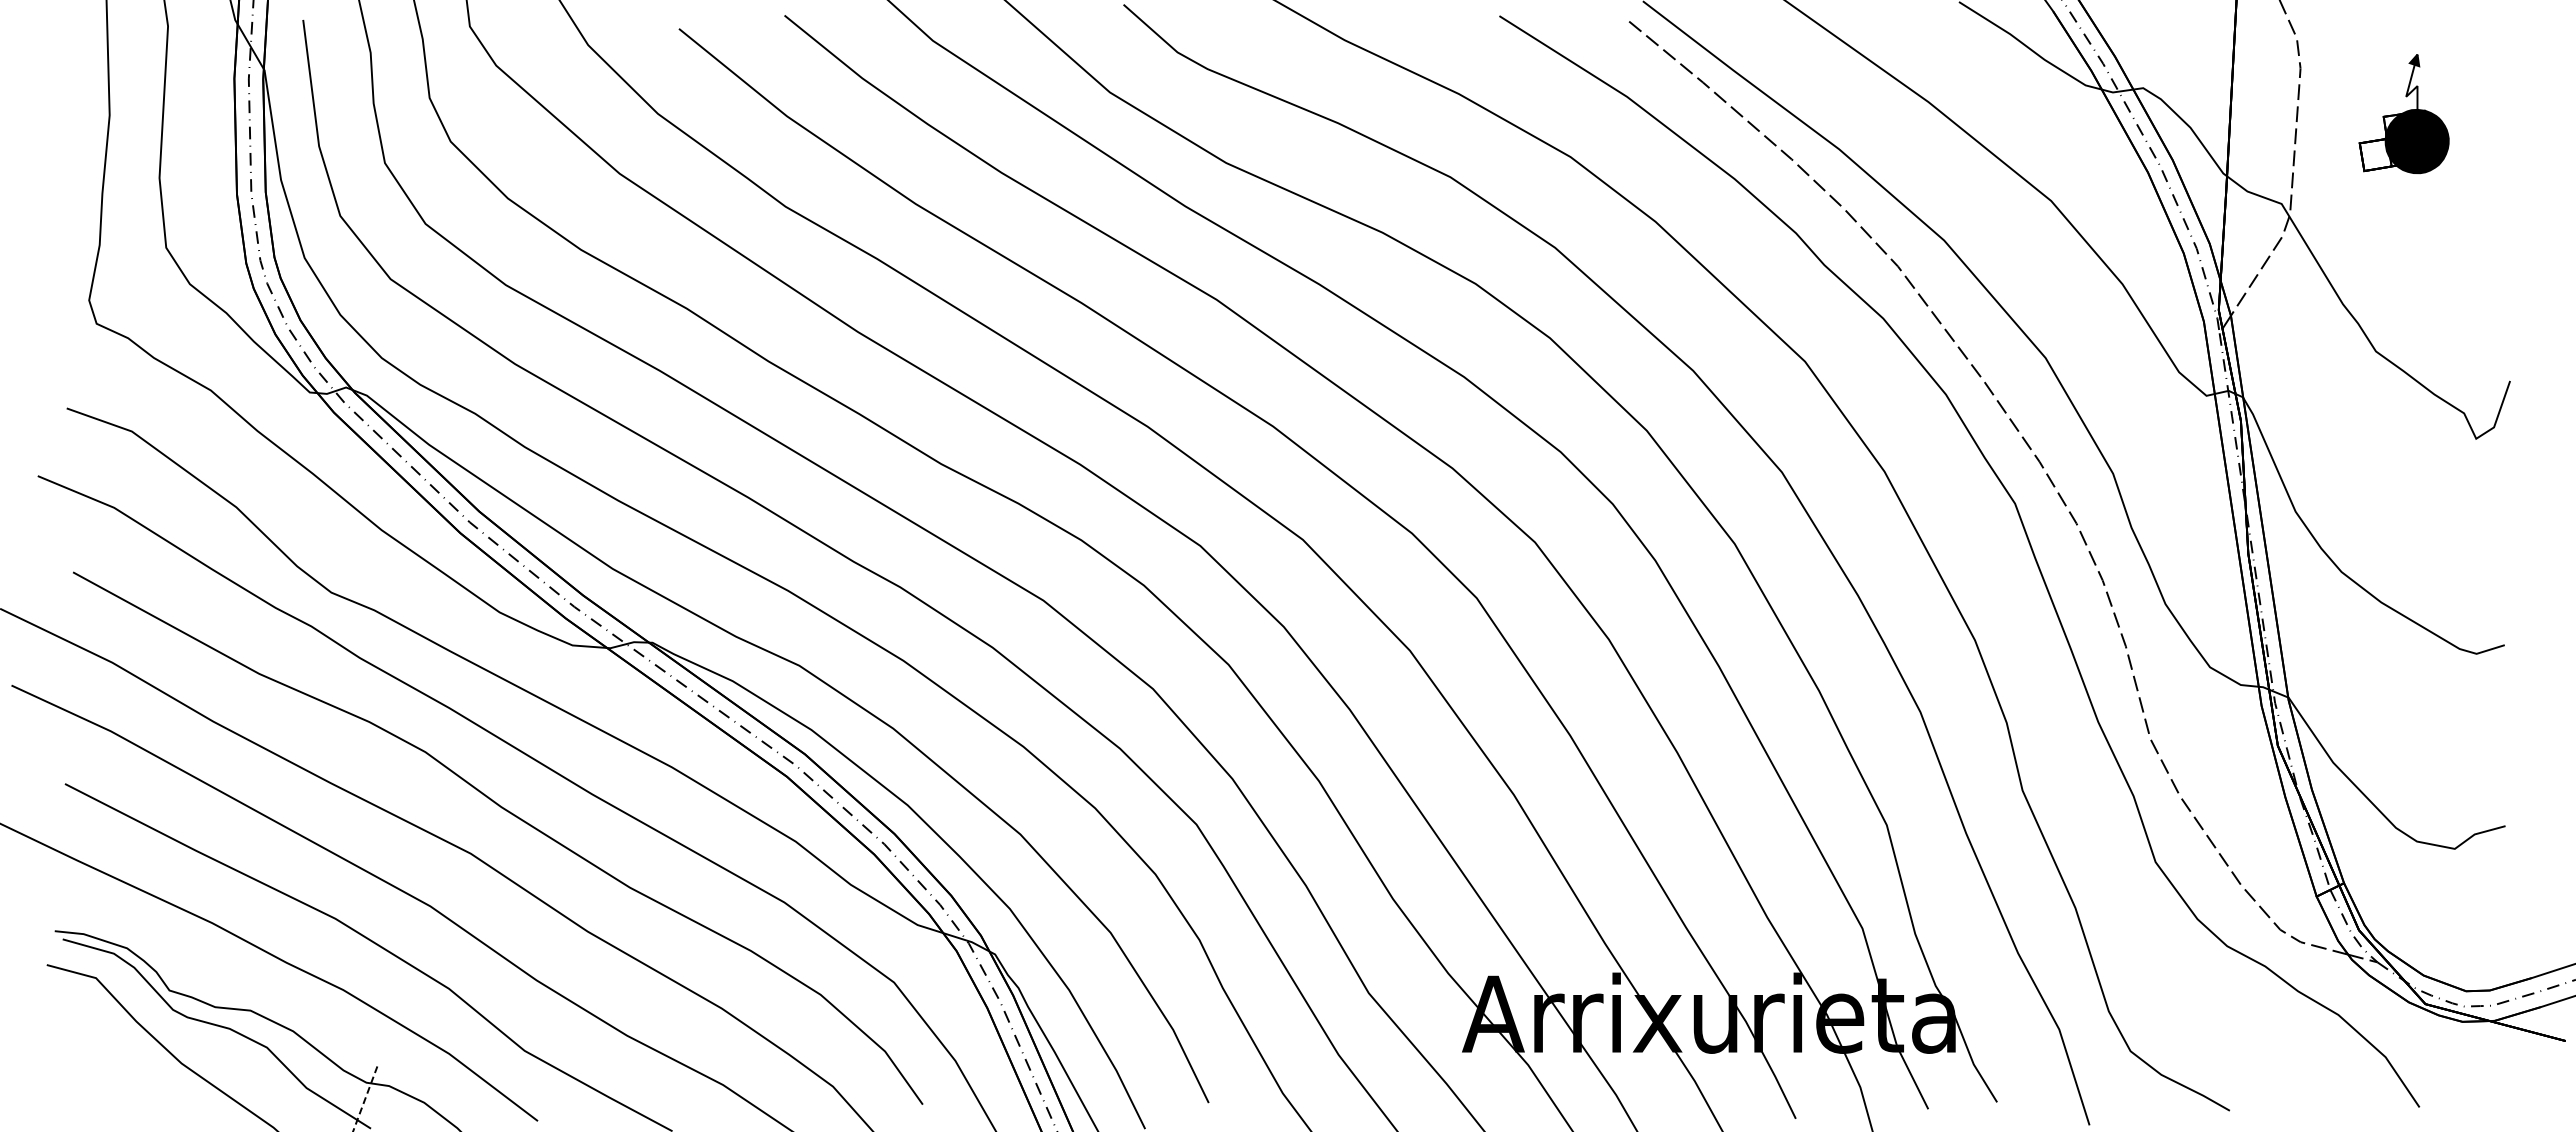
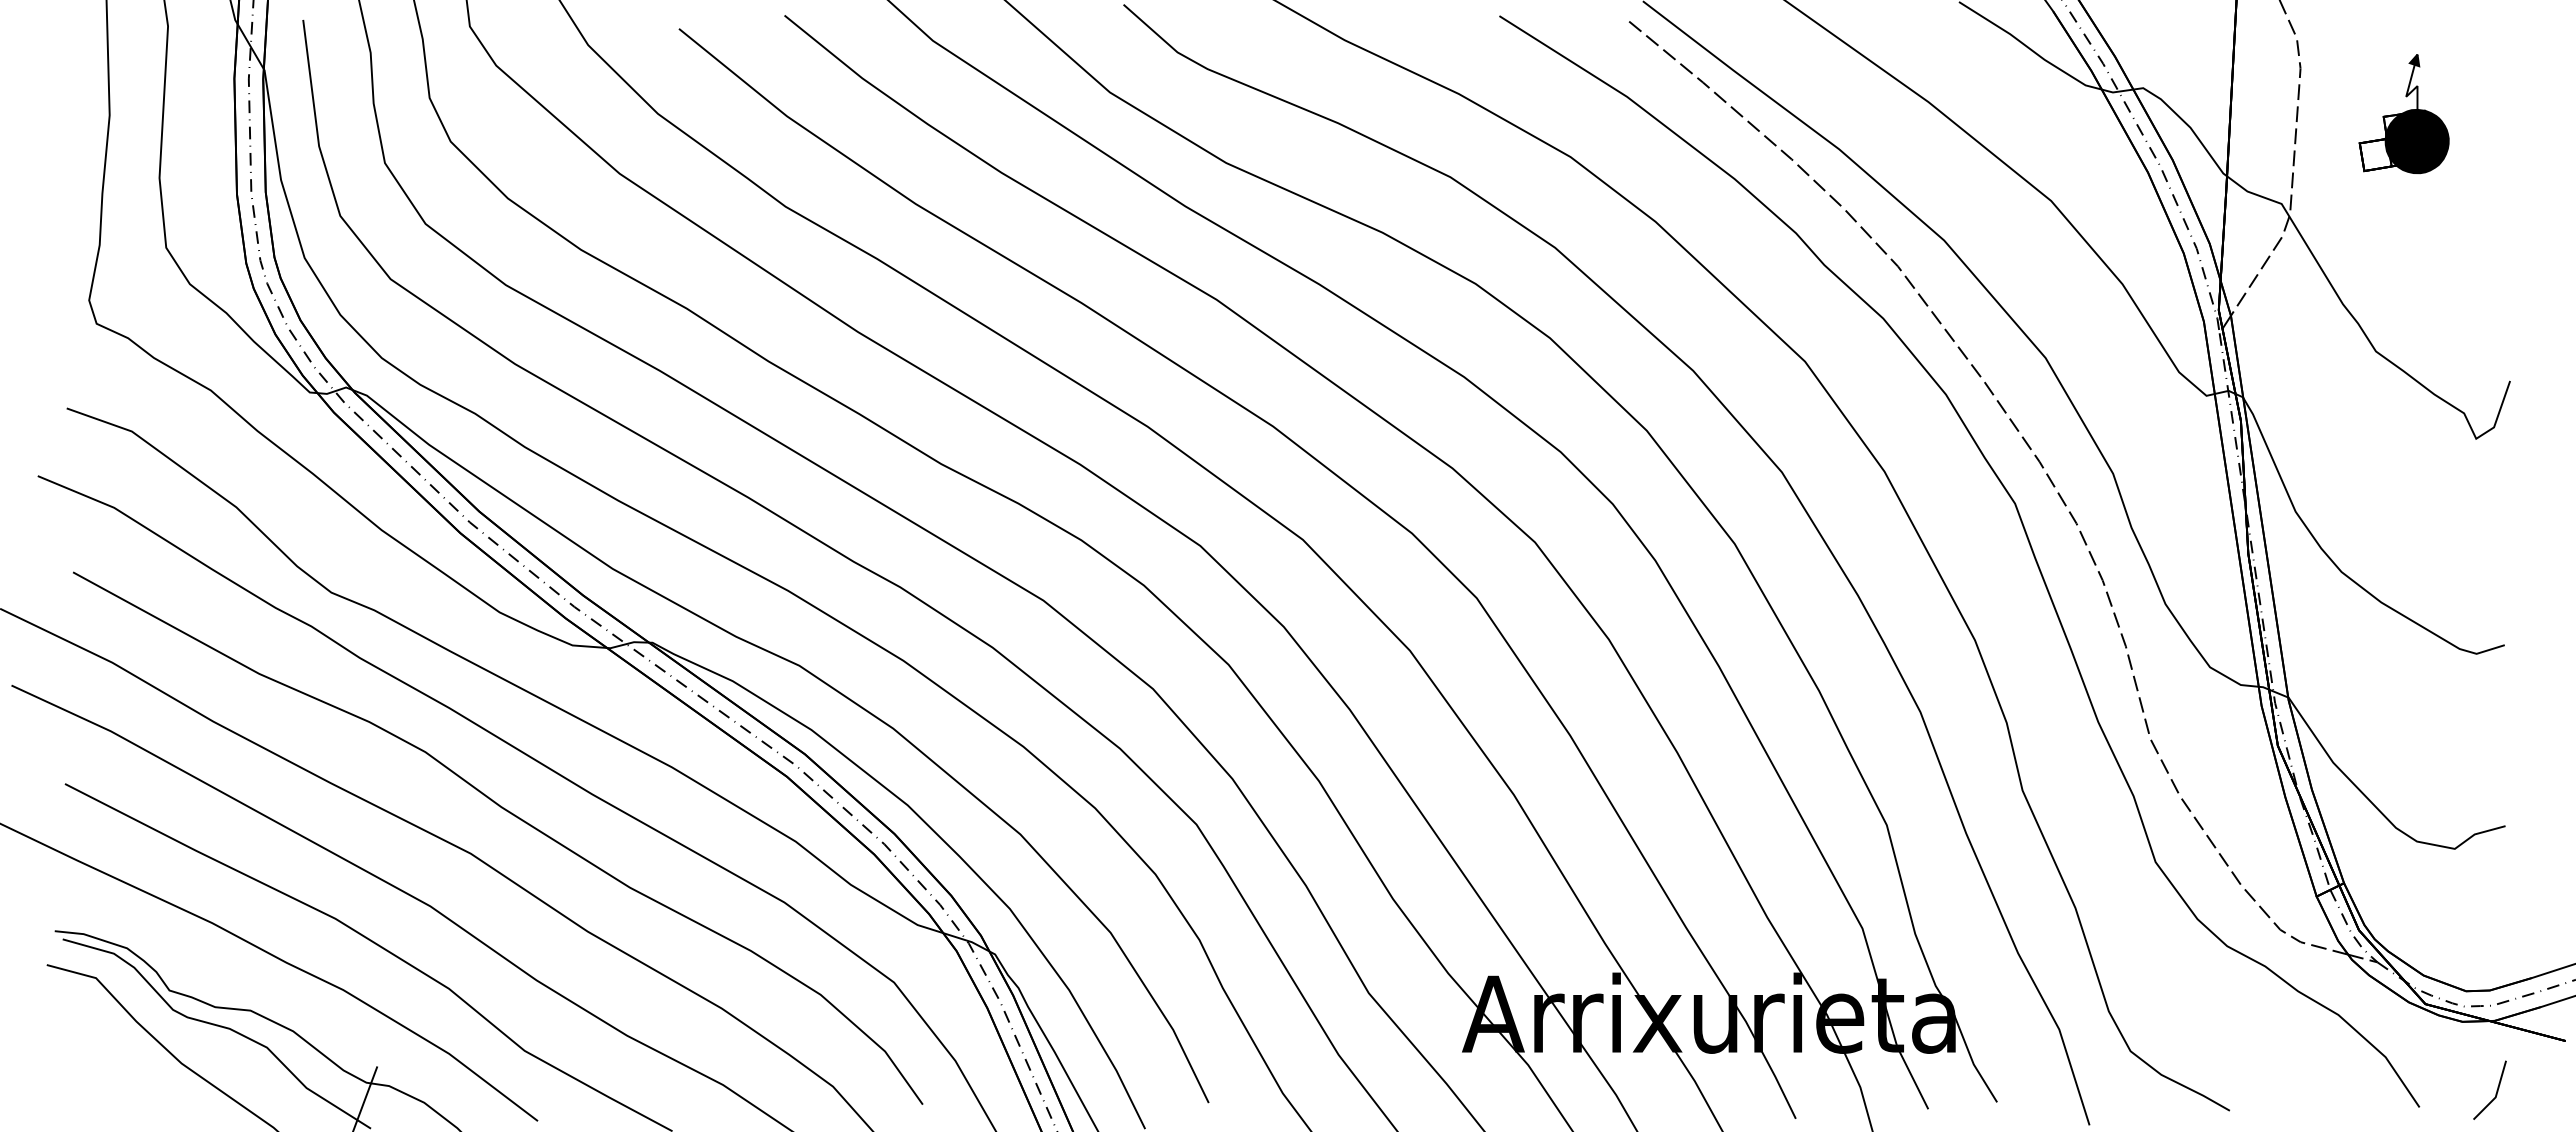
line at (2496, 1090): none -> present
line at (365, 1098): dashed -> solid
